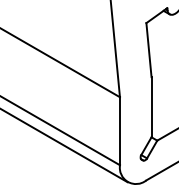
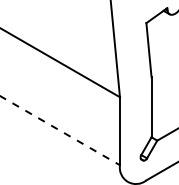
line at (60, 130): solid -> dashed
line at (64, 145): present -> none
